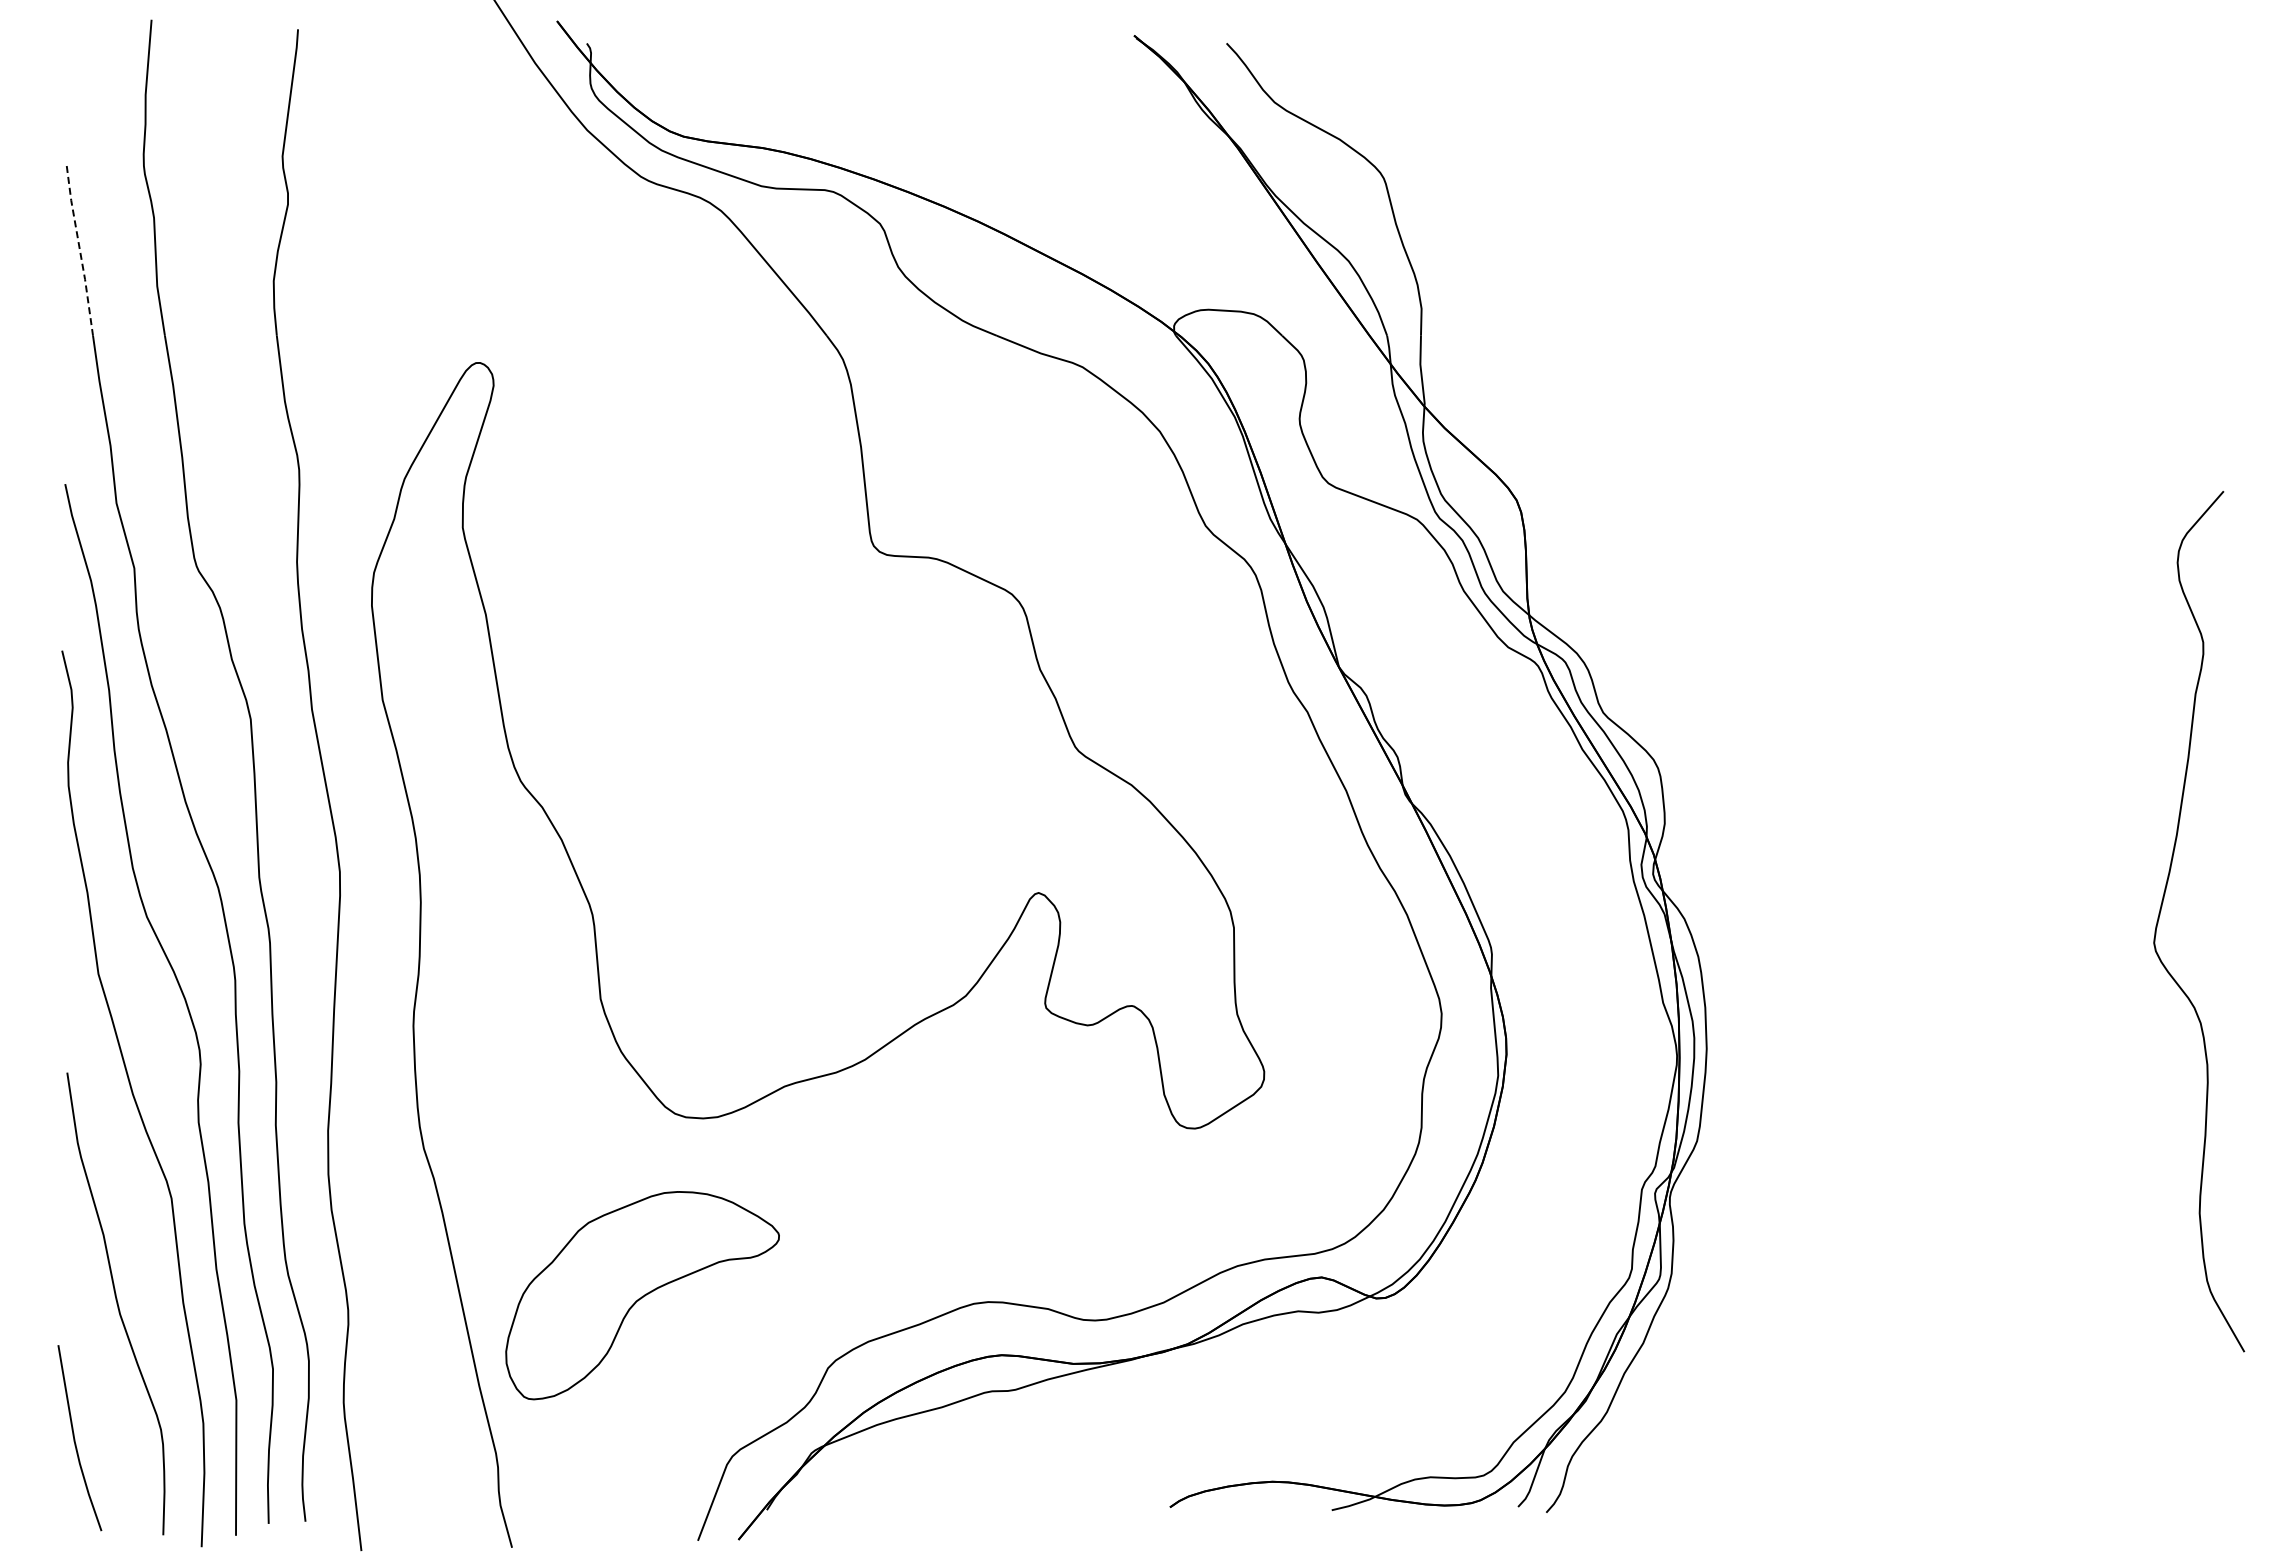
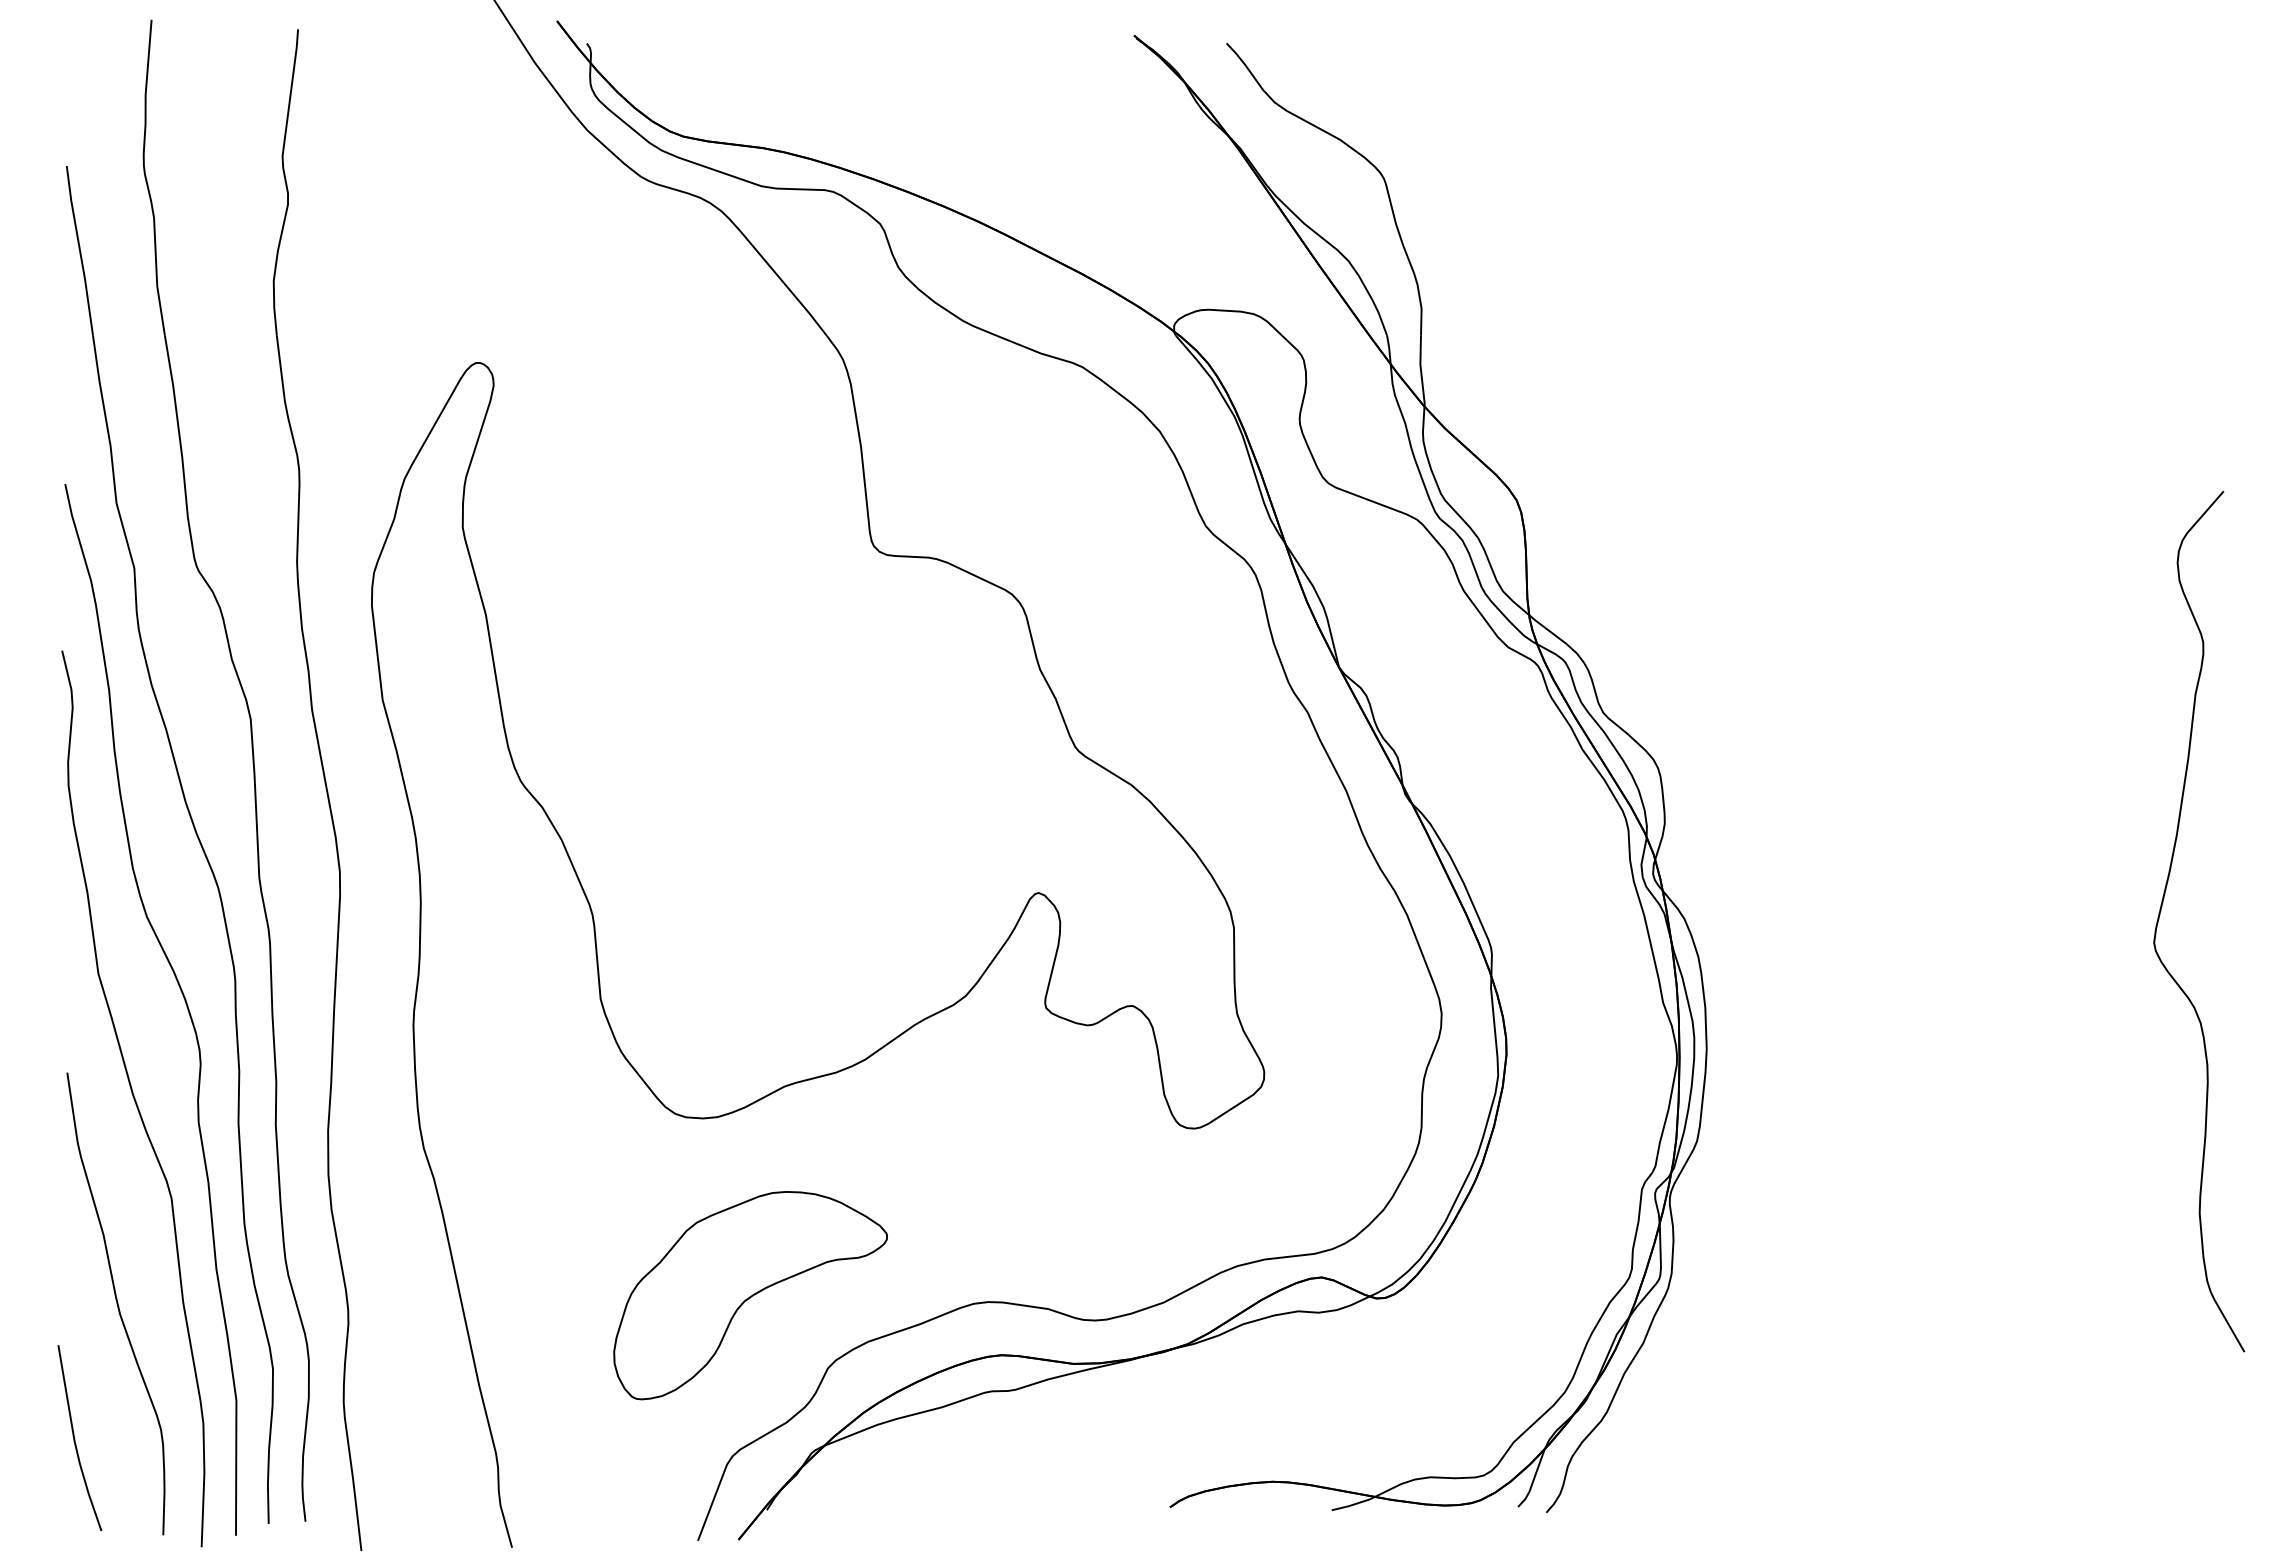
line at (80, 250): dashed -> solid
part at (642, 1295) position: (642, 1295) -> (750, 1295)
